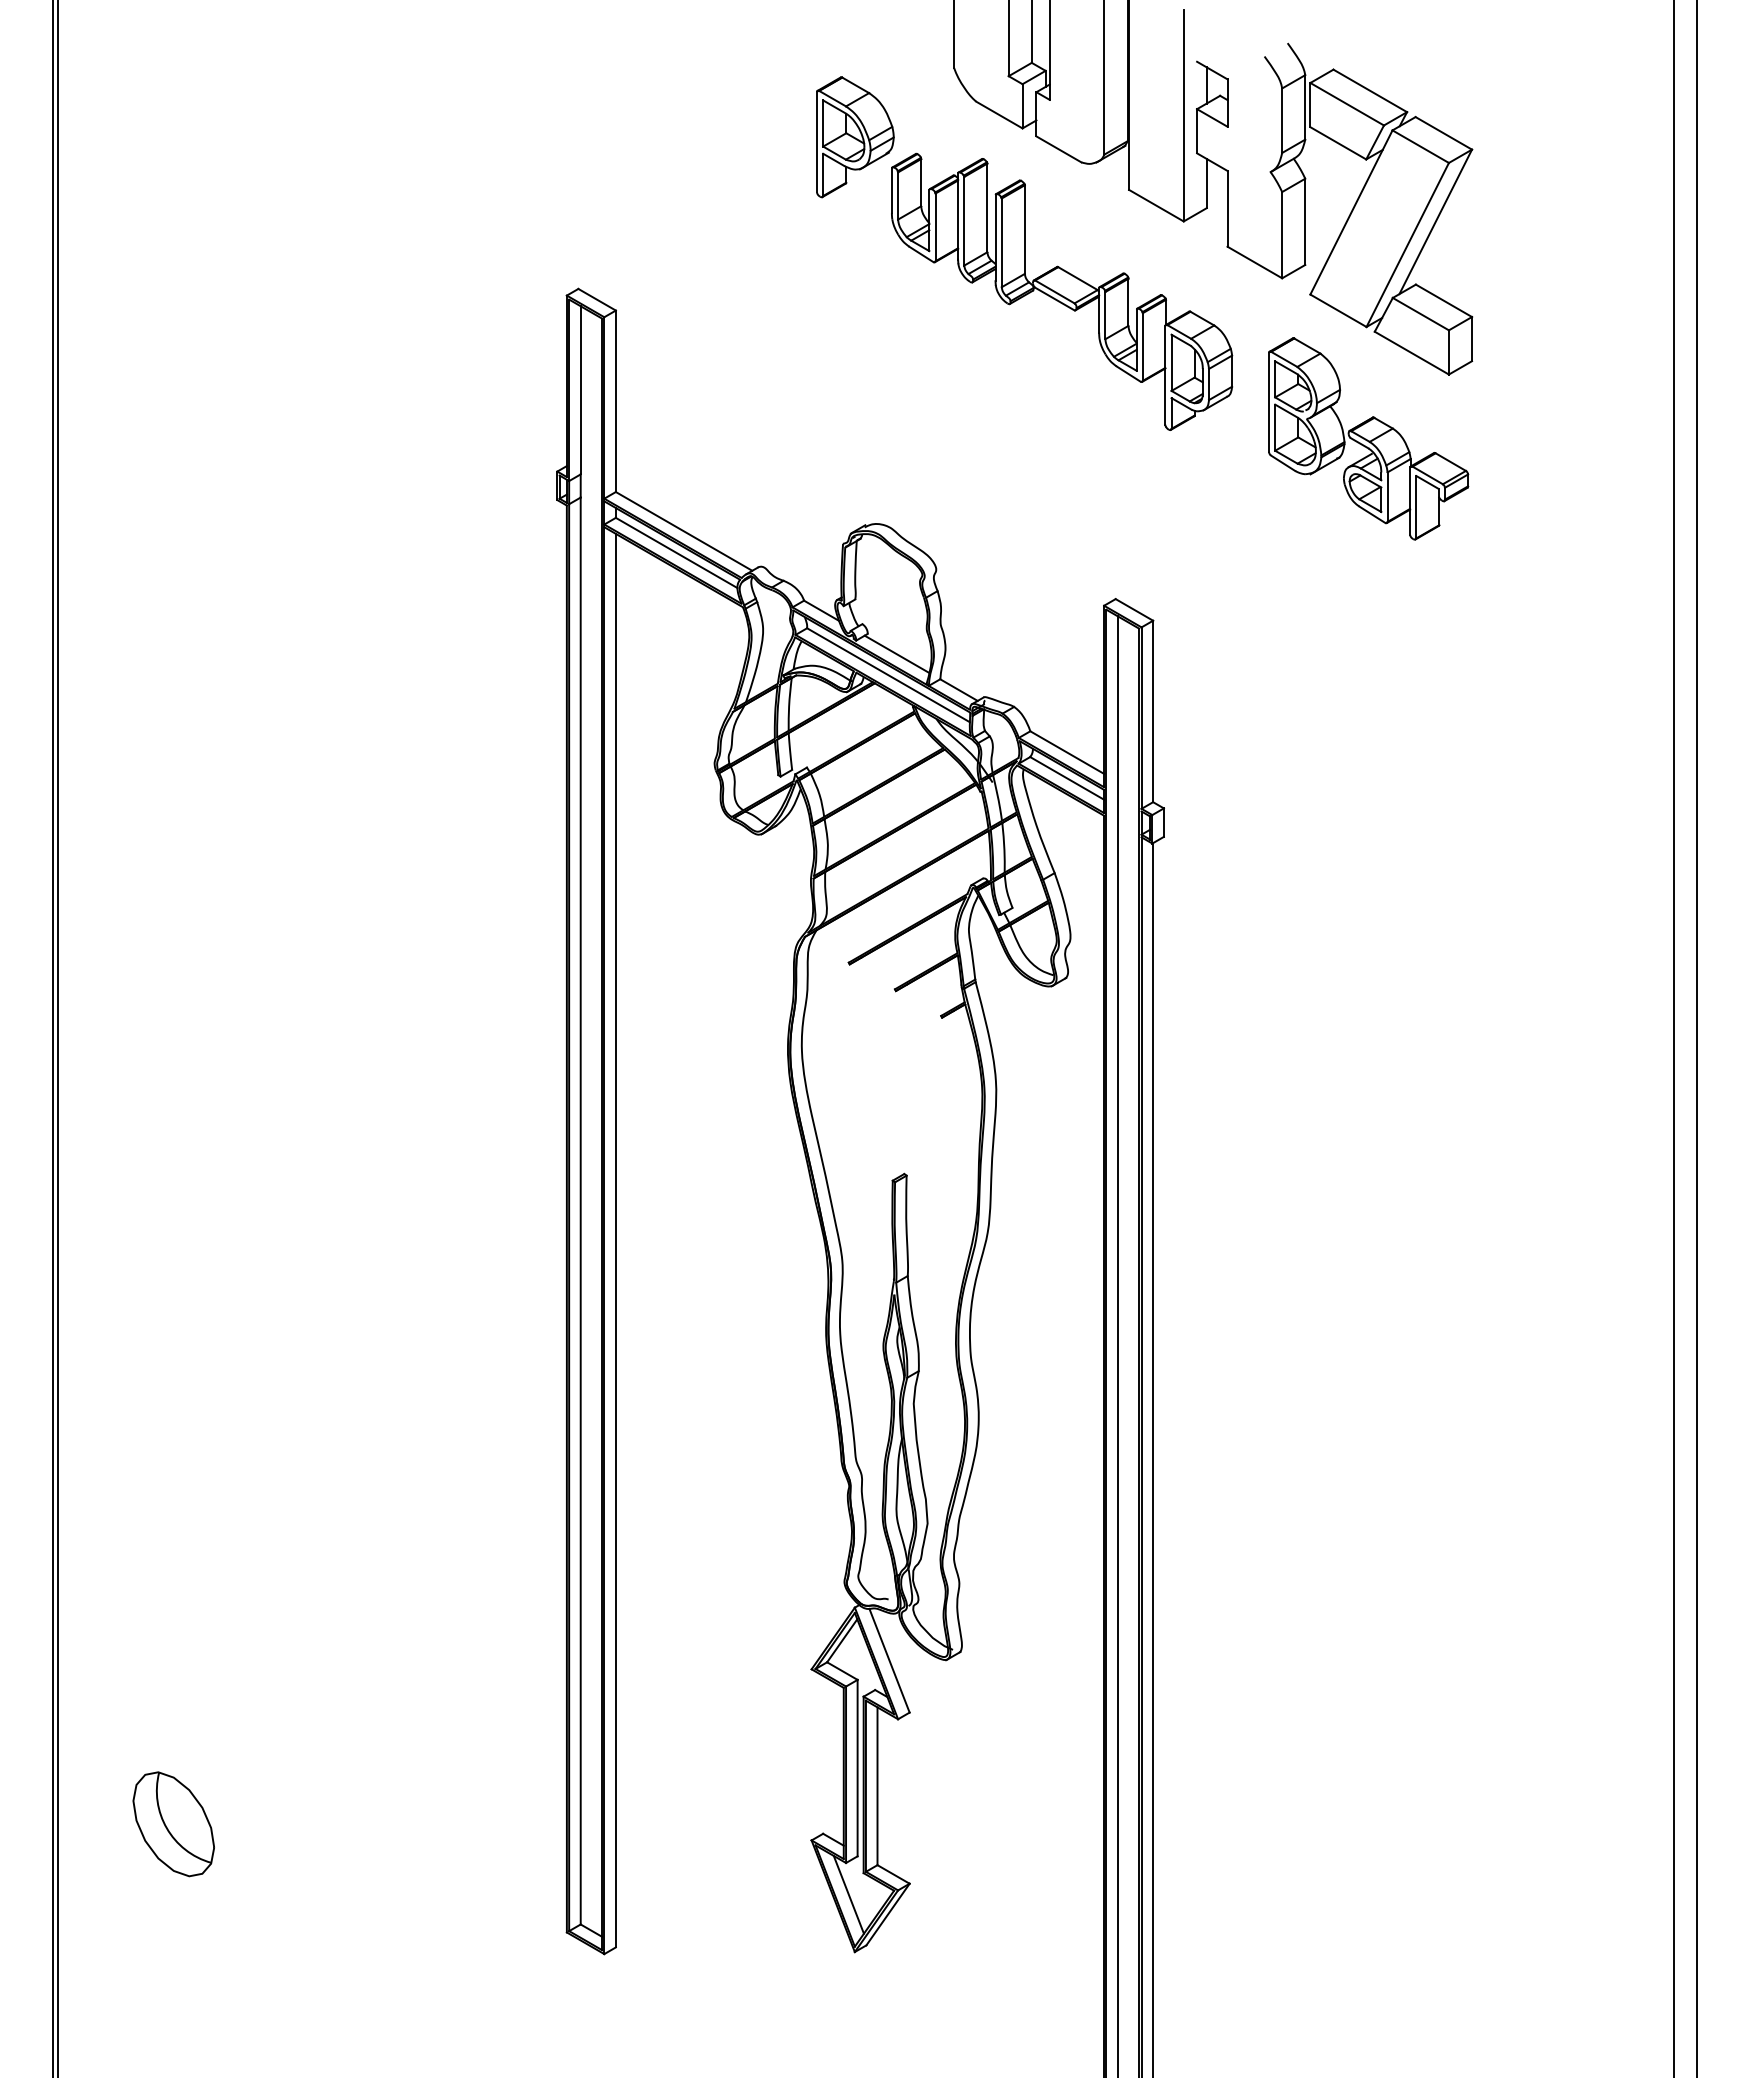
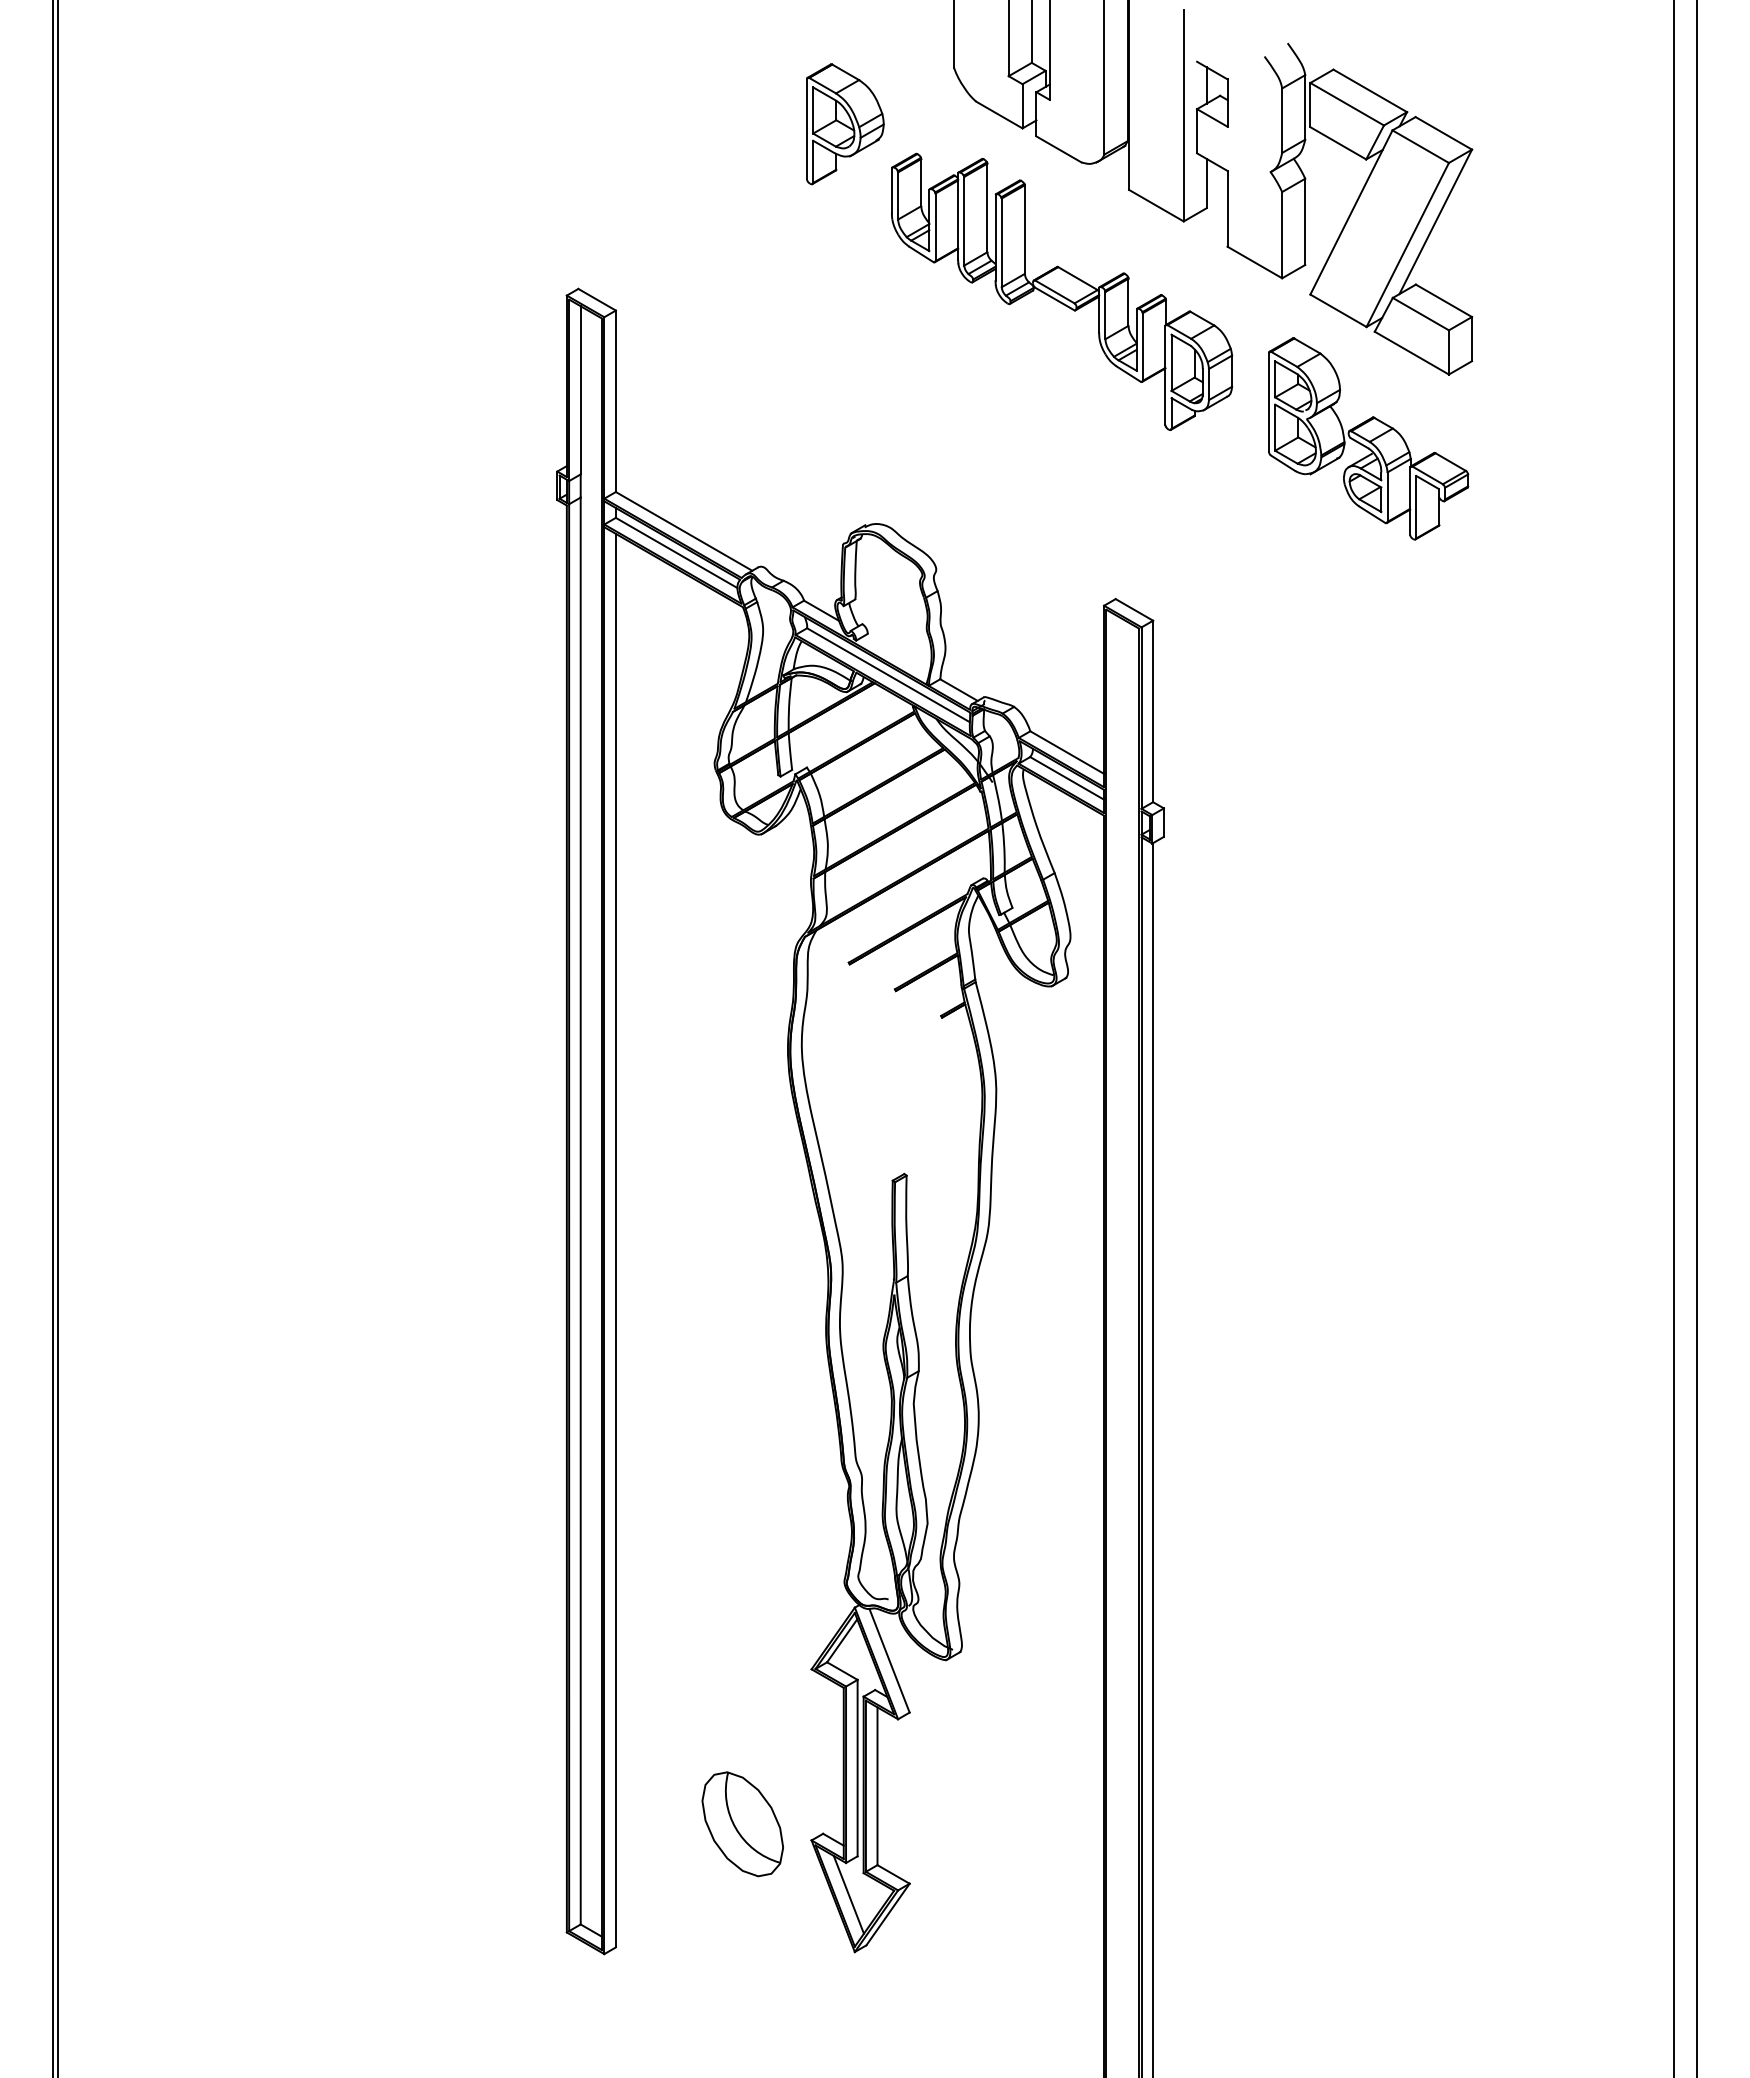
part at (855, 137) position: (855, 137) -> (845, 124)
line at (896, 653): present -> none
line at (1117, 1345): present -> none
part at (173, 1824) position: (173, 1824) -> (742, 1824)
